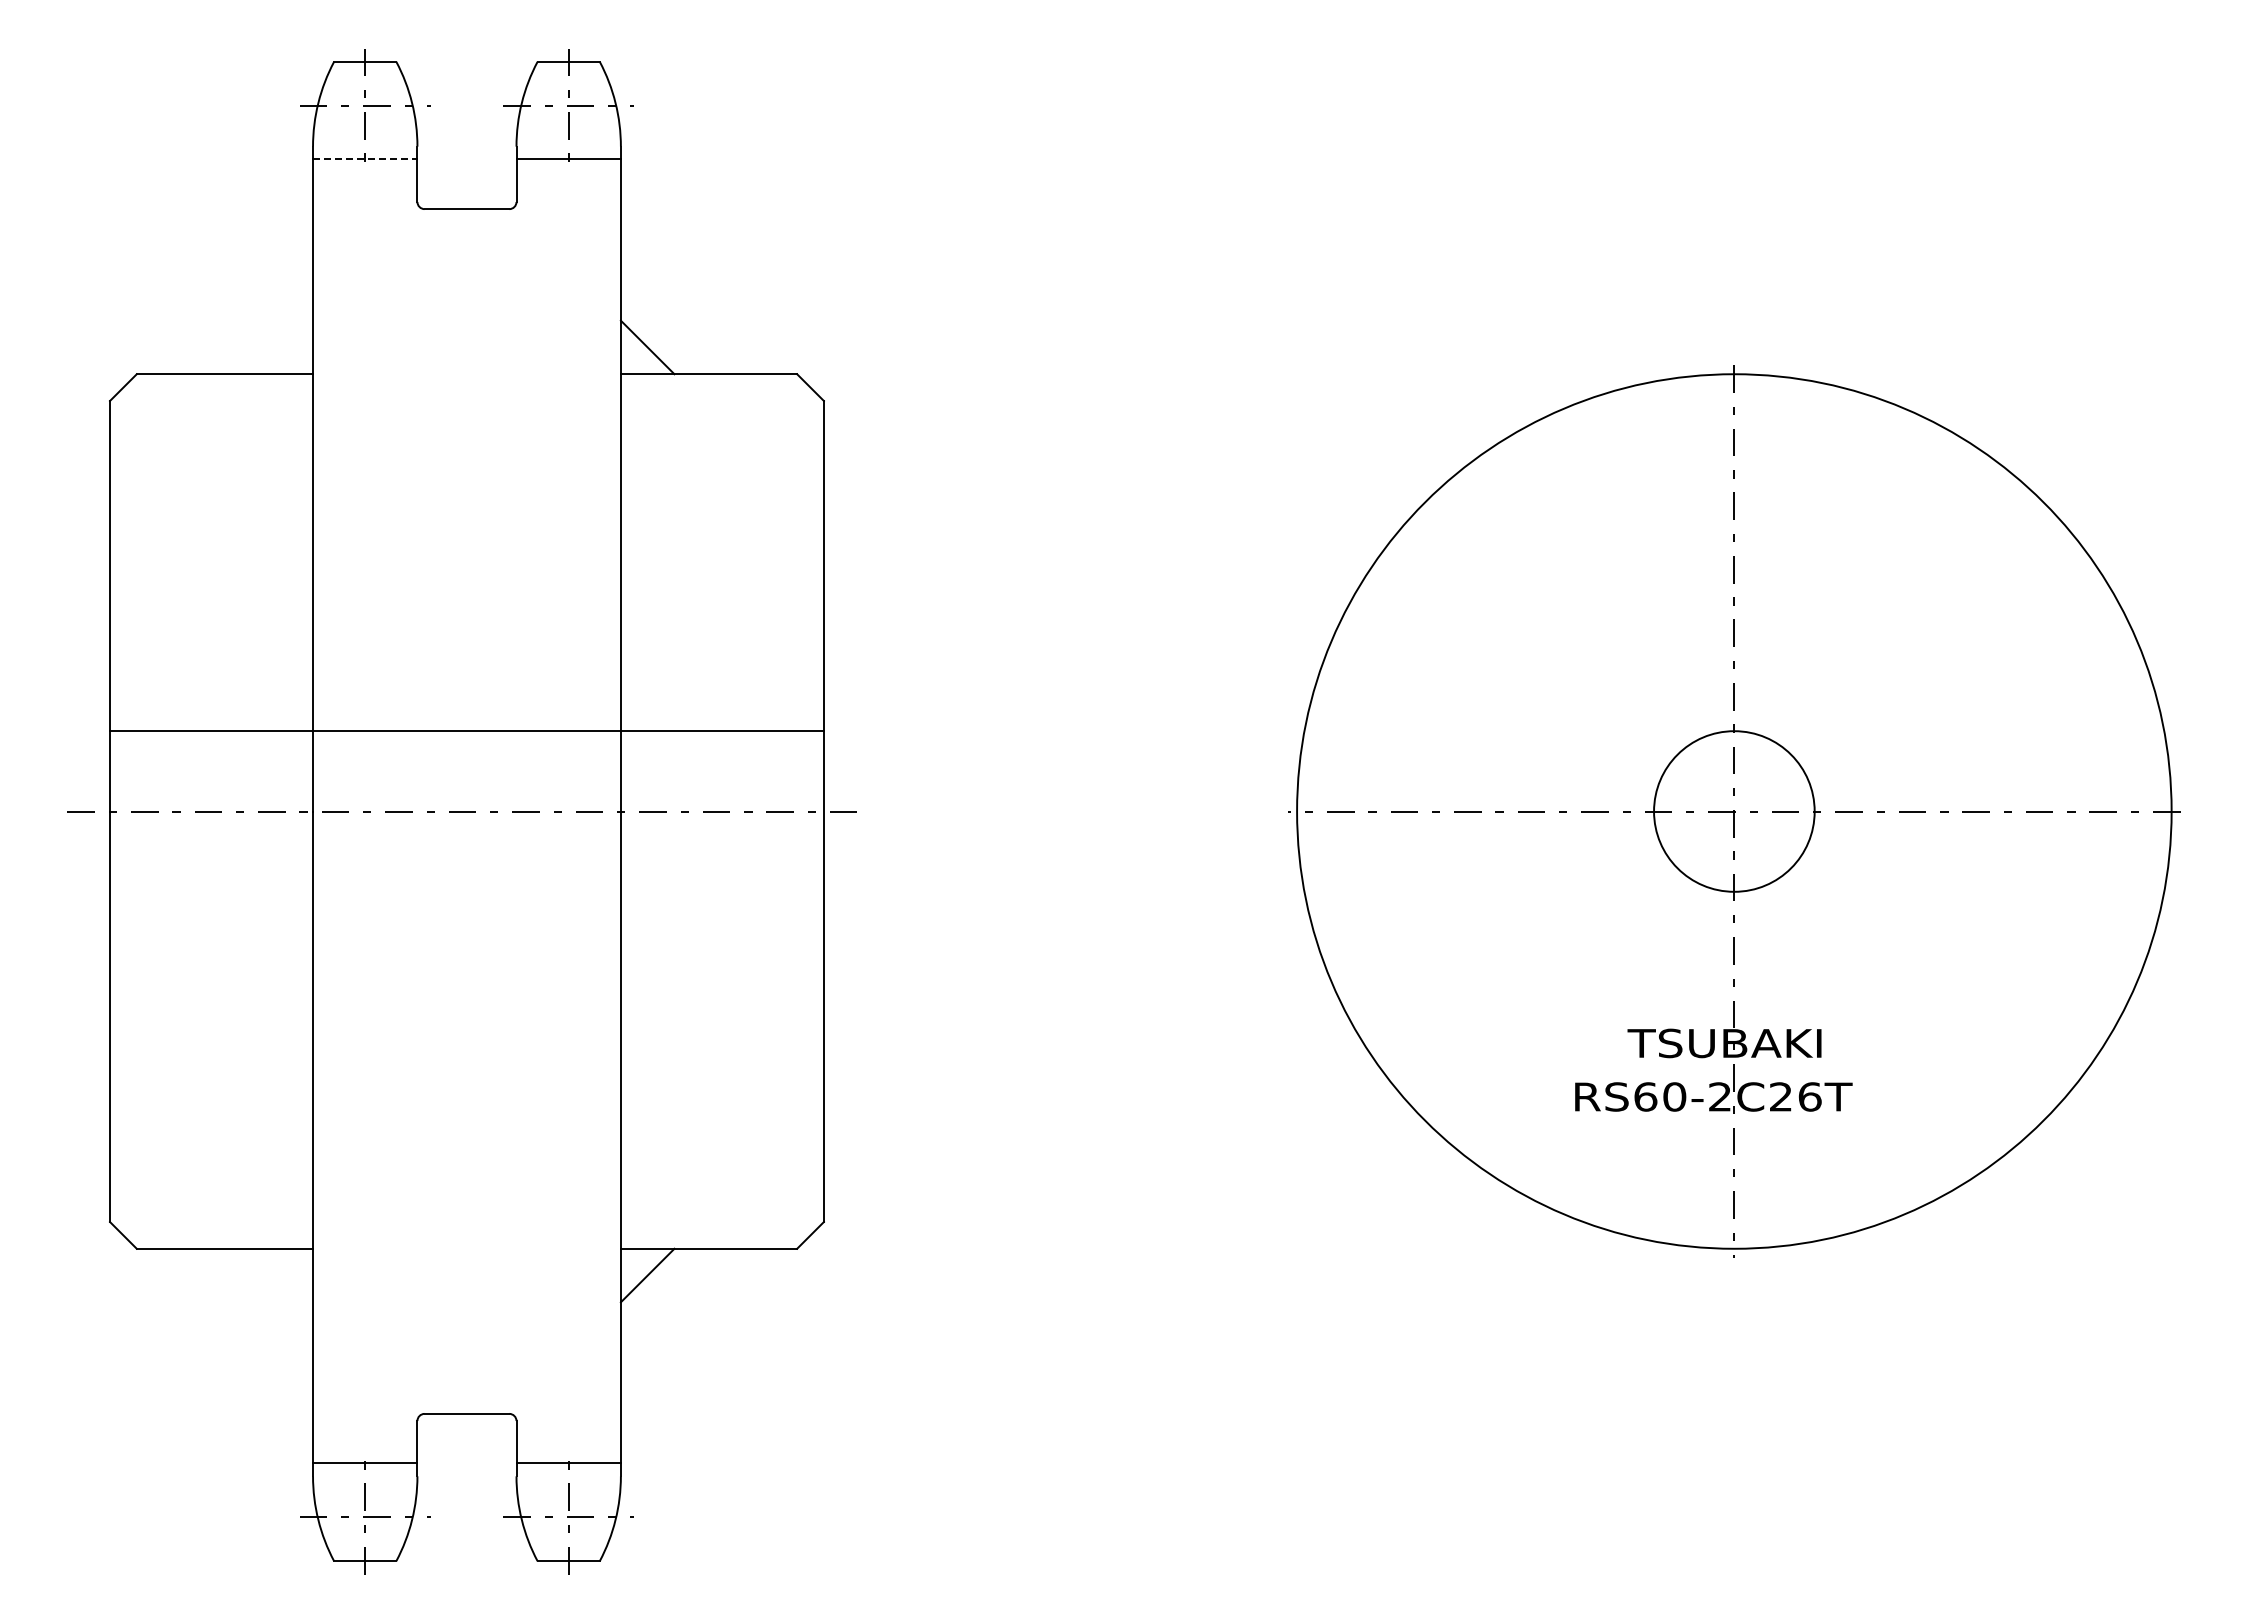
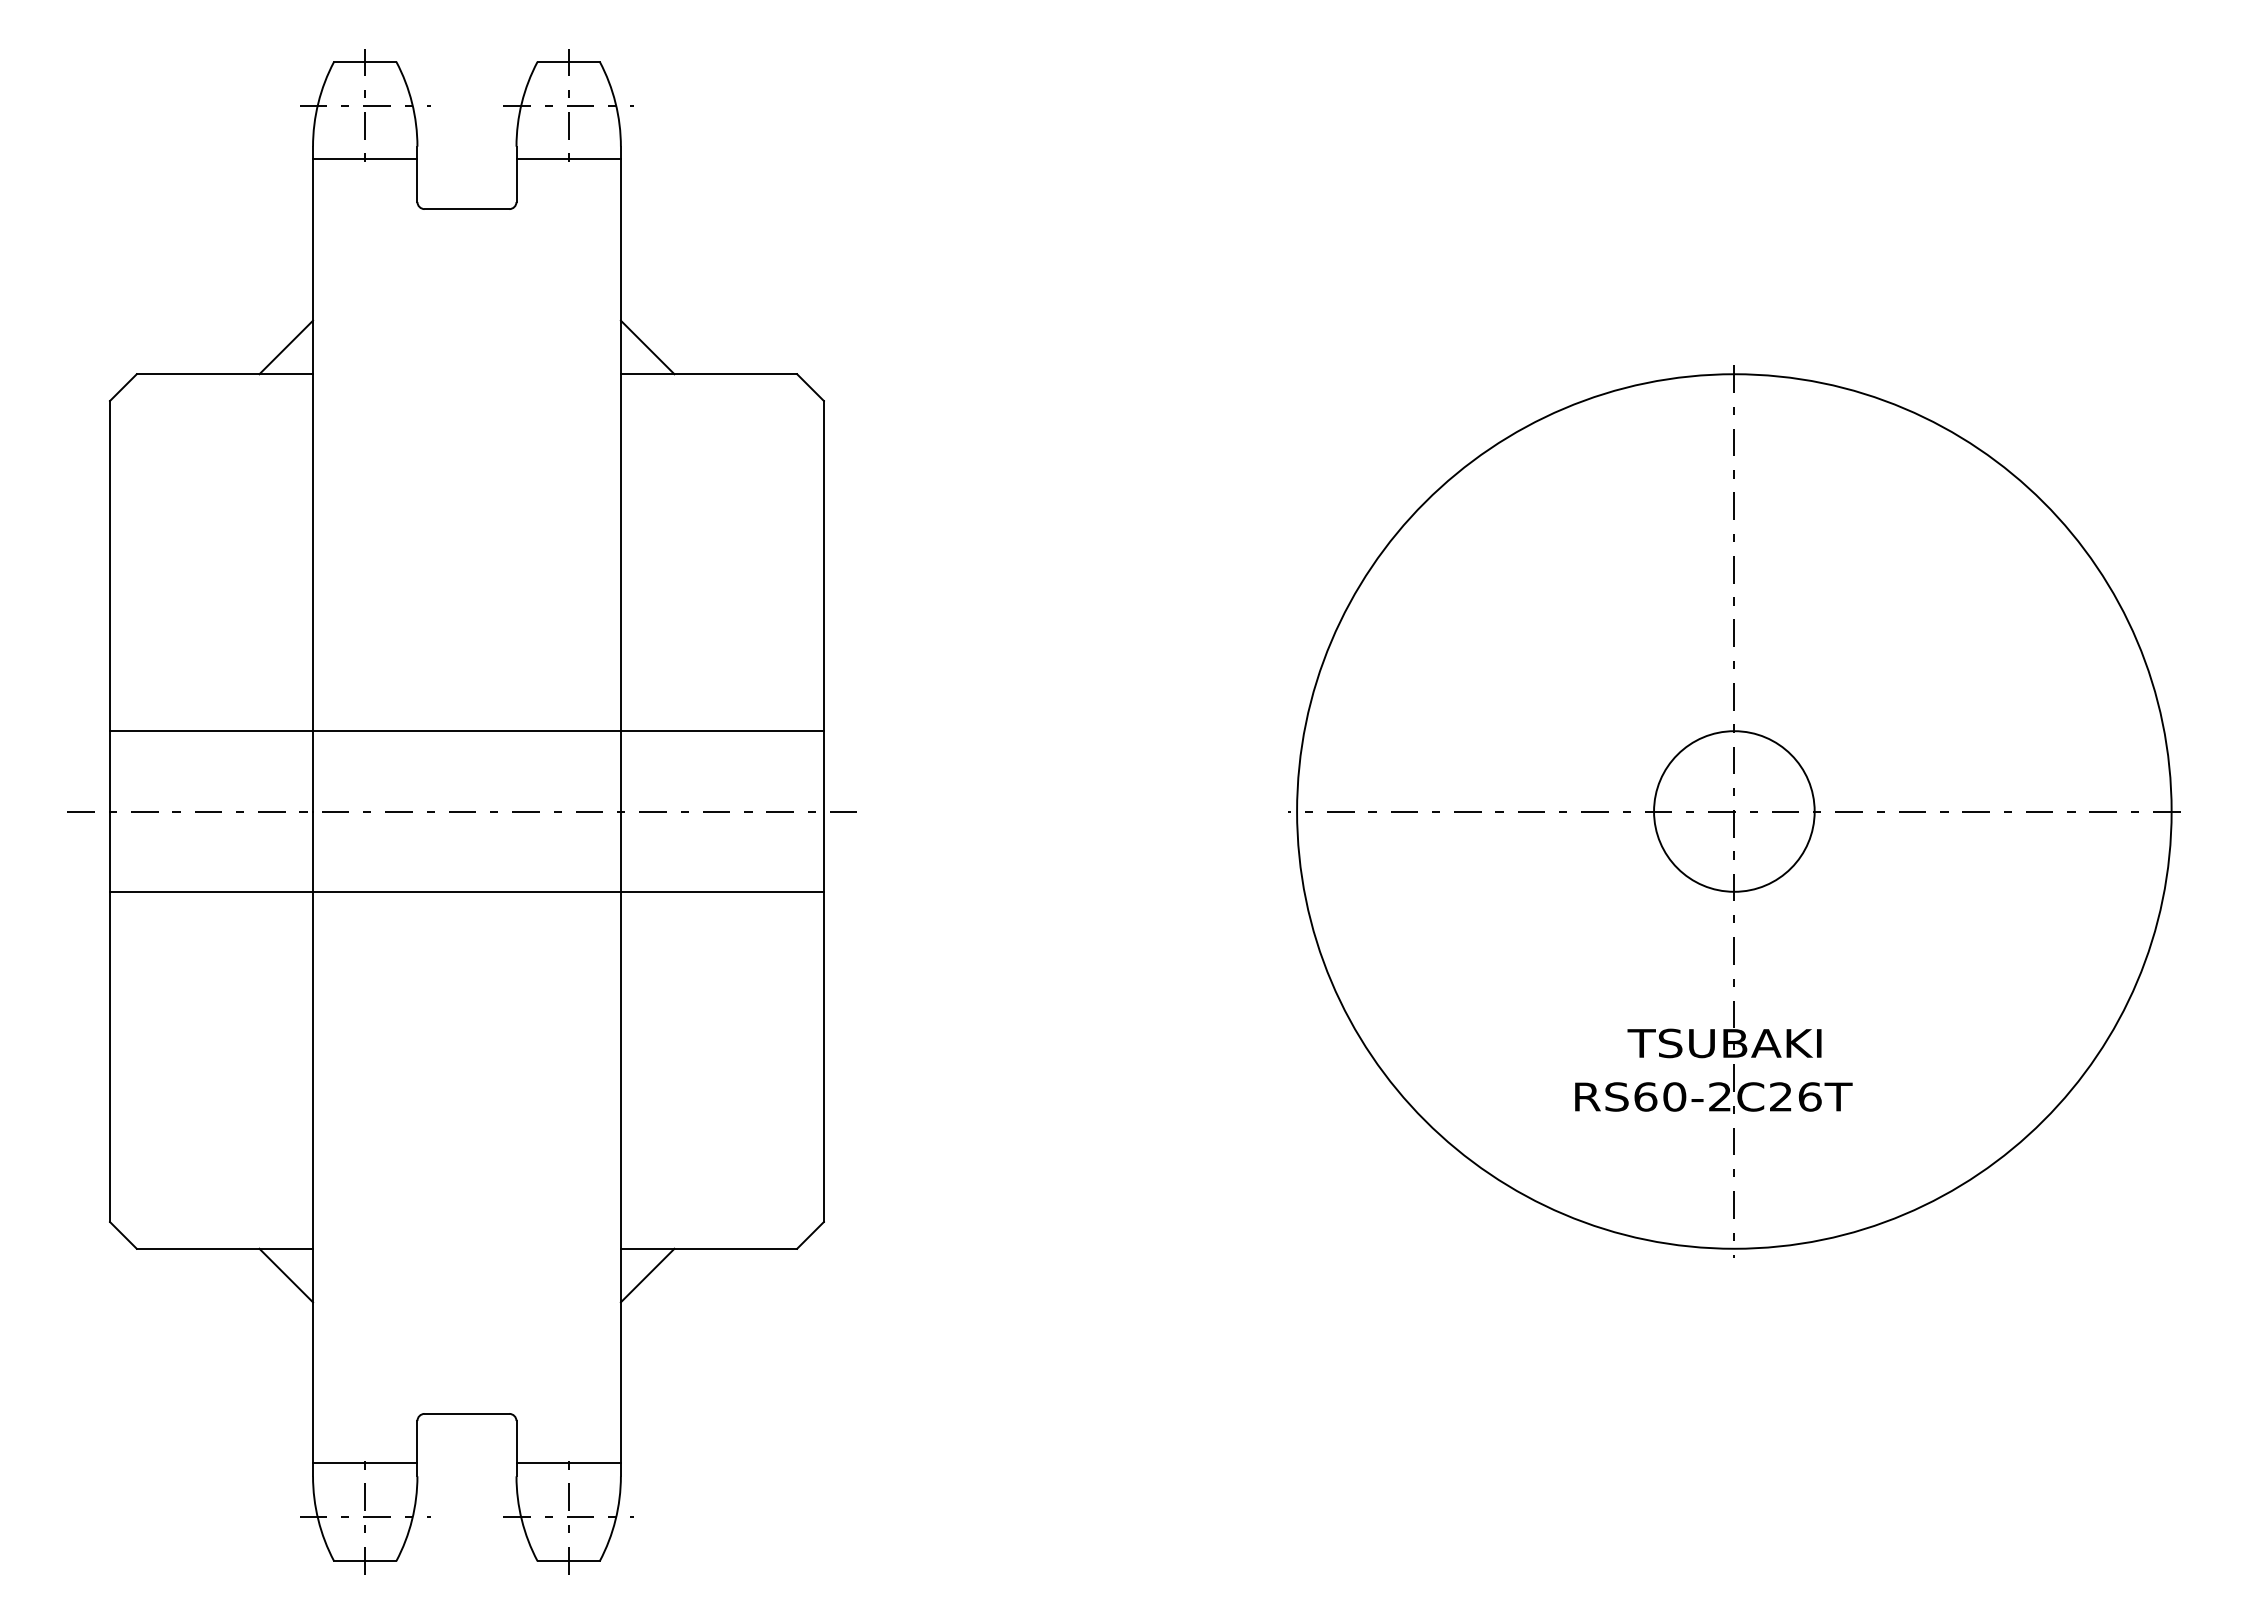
line at (365, 159): dashed -> solid
line at (286, 347): none -> present
line at (466, 891): none -> present
line at (286, 1275): none -> present
